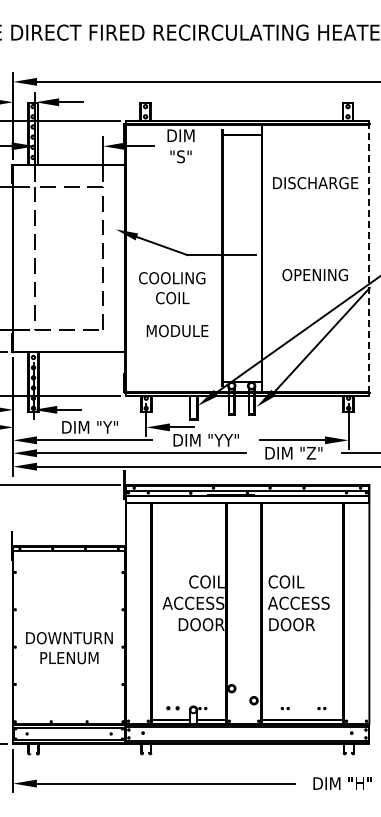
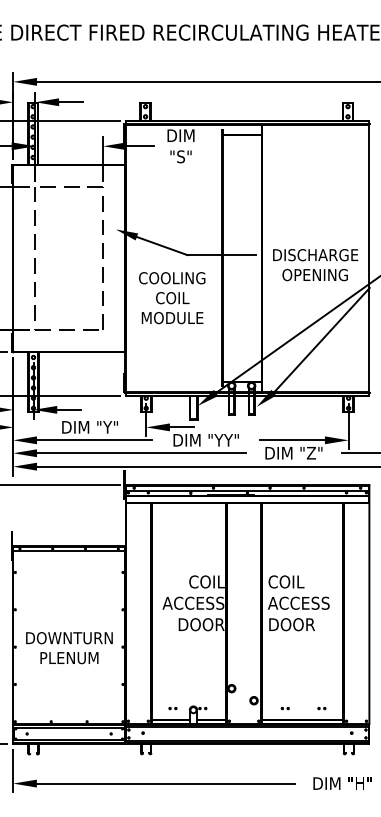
text at (315, 183) position: (315, 183) -> (315, 255)
line at (369, 257): dashed -> solid
text at (177, 331) position: (177, 331) -> (172, 318)
part at (172, 708) size: 14x5 px -> 10x4 px
